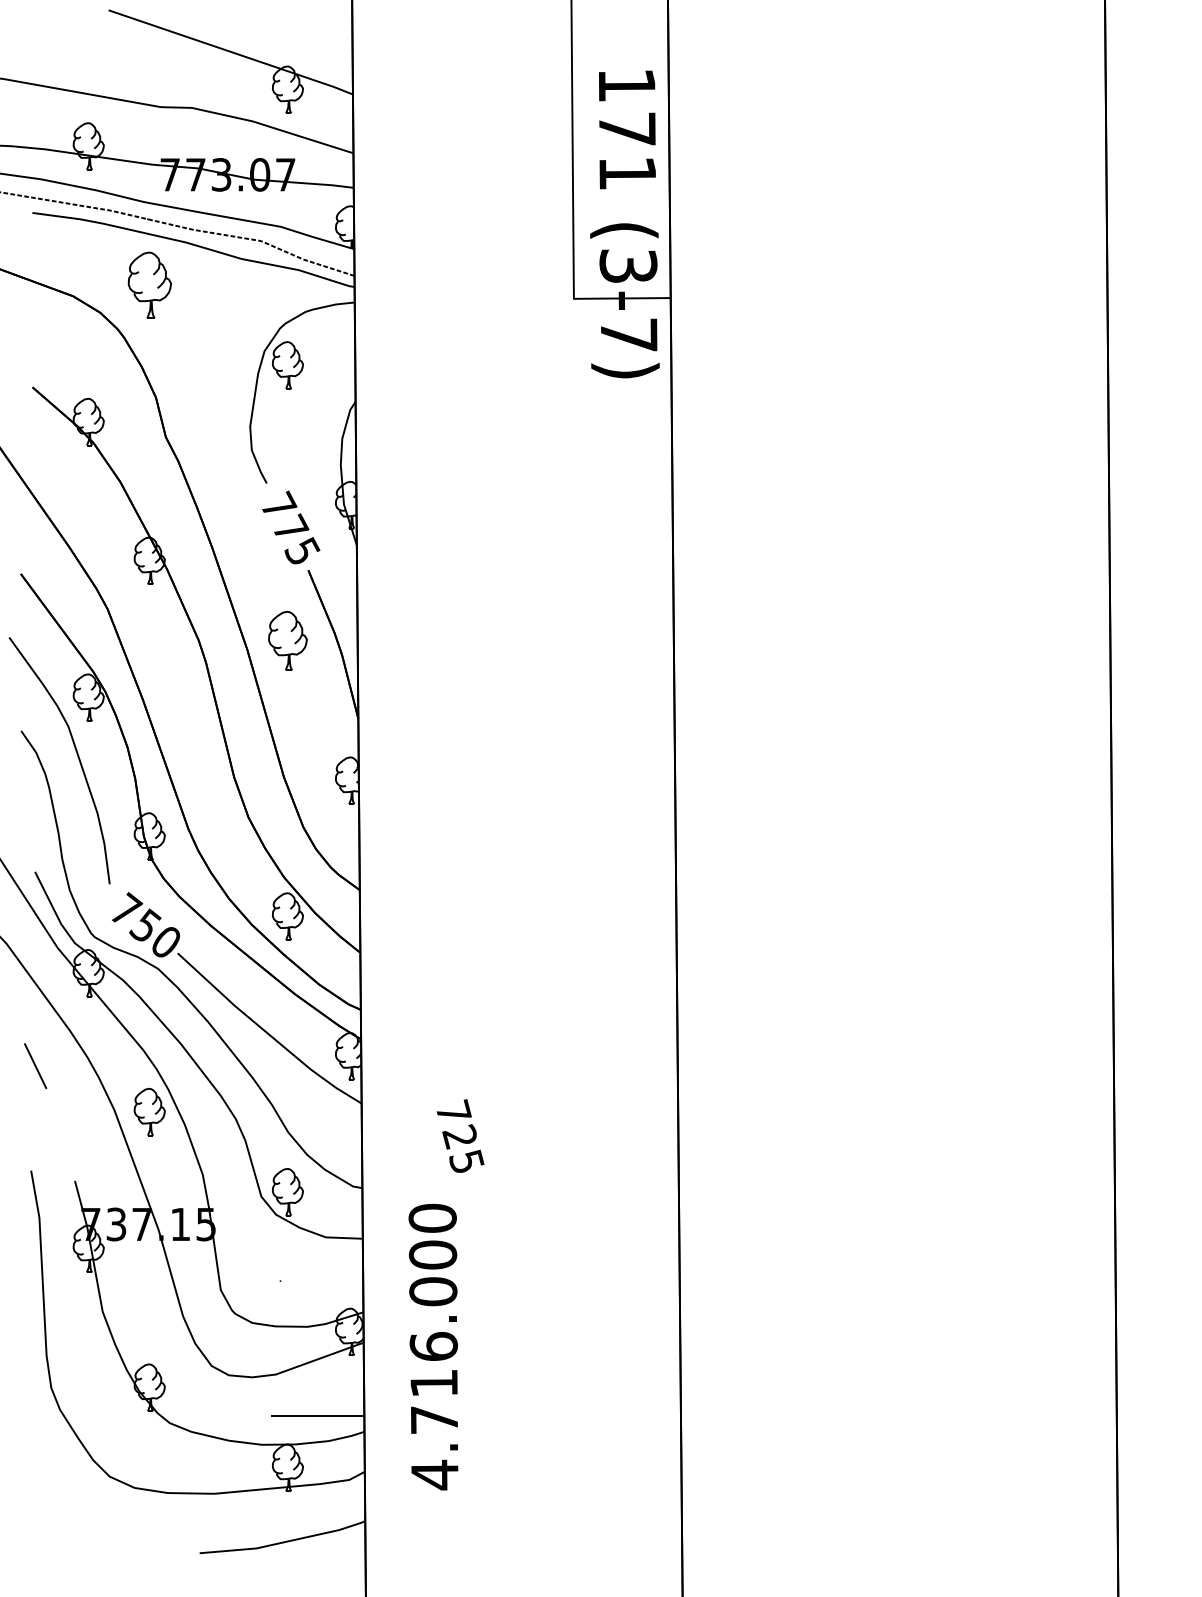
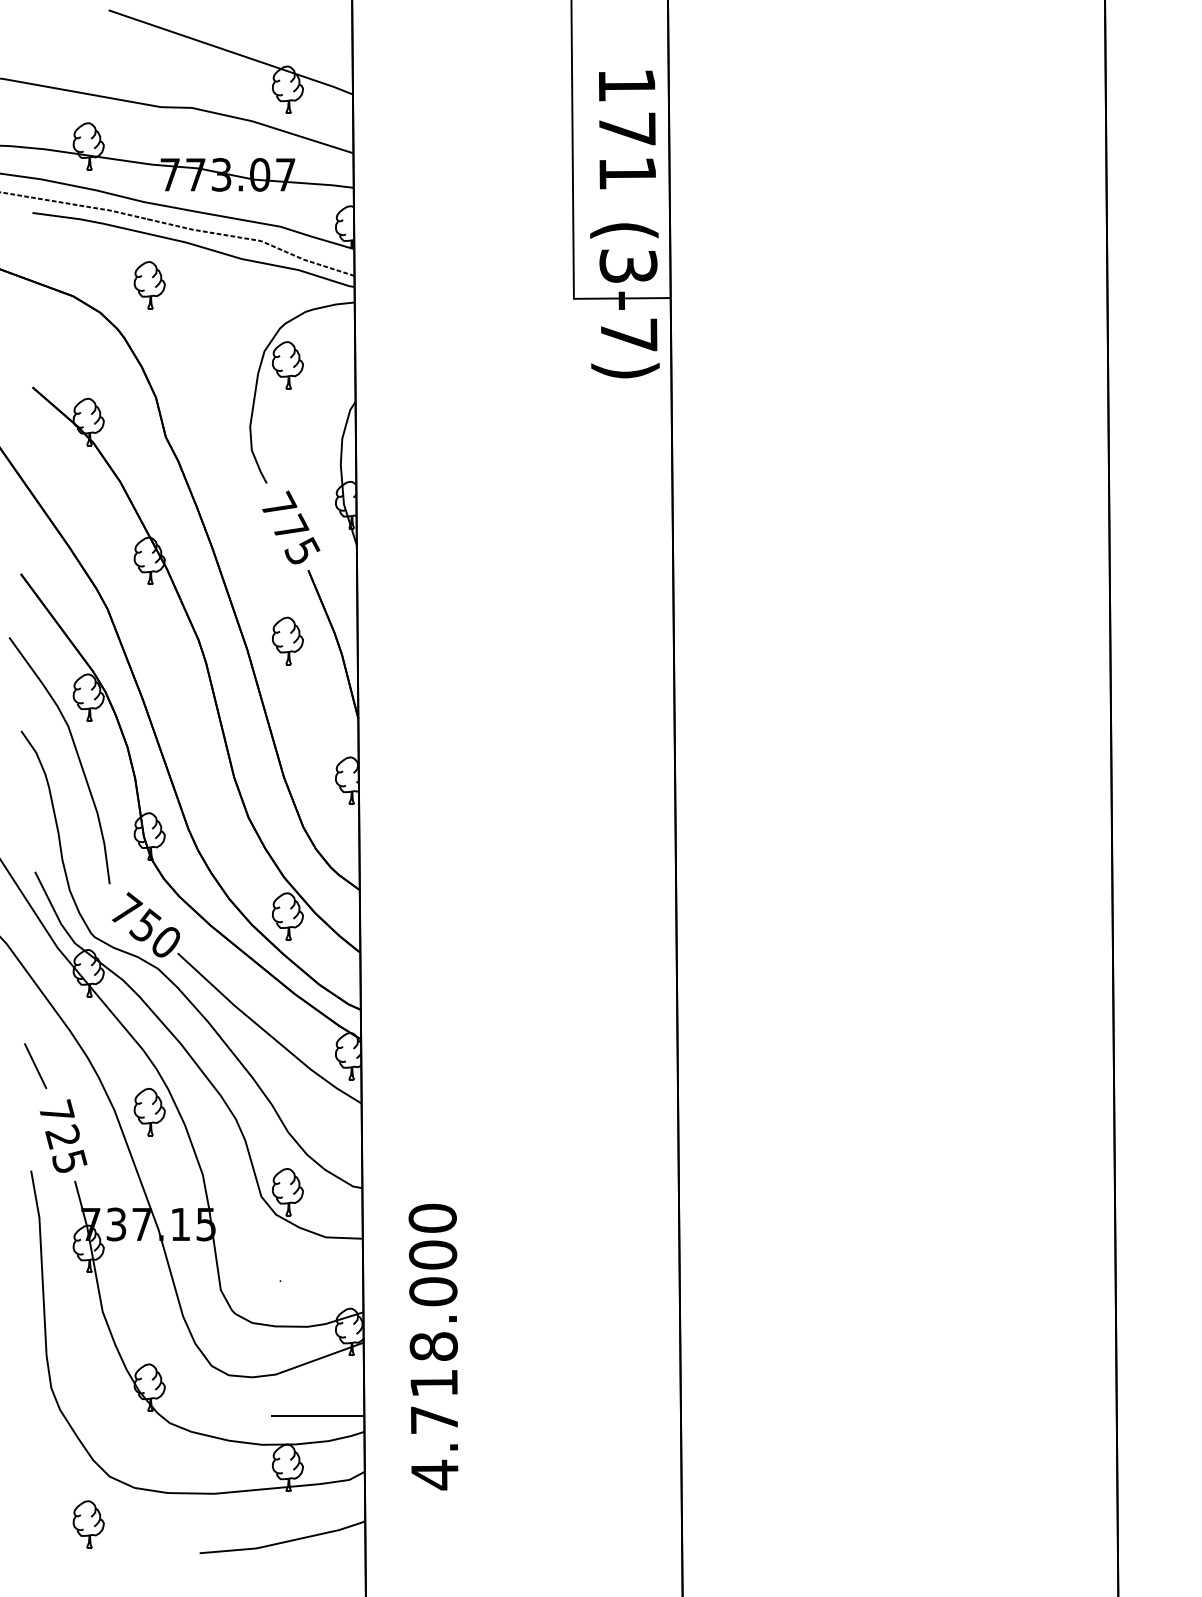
part at (149, 284) size: 45x68 px -> 33x49 px
part at (287, 640) size: 40x60 px -> 32x50 px
text at (460, 1135) position: (460, 1135) -> (63, 1135)
text at (433, 1346): 4.716.000 -> 4.718.000
part at (88, 1524): none -> present
